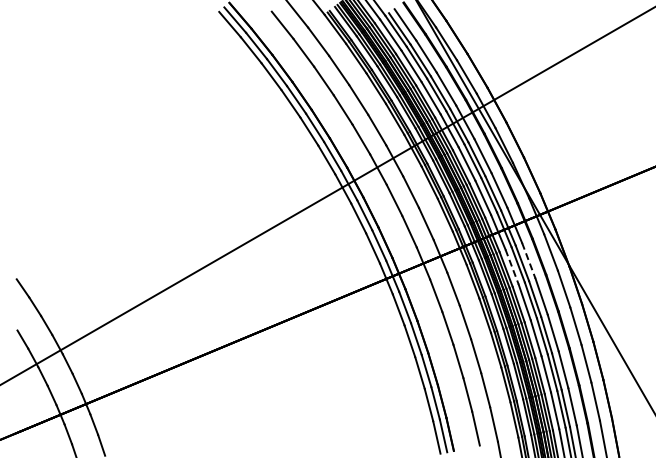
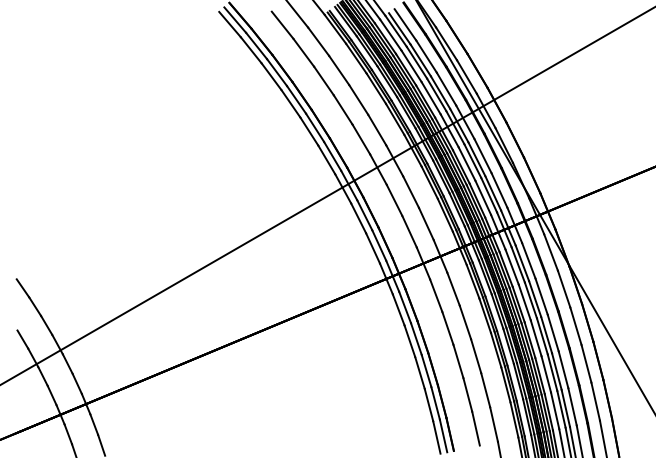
line at (529, 261): dashed -> solid
line at (512, 267): dashed -> solid
